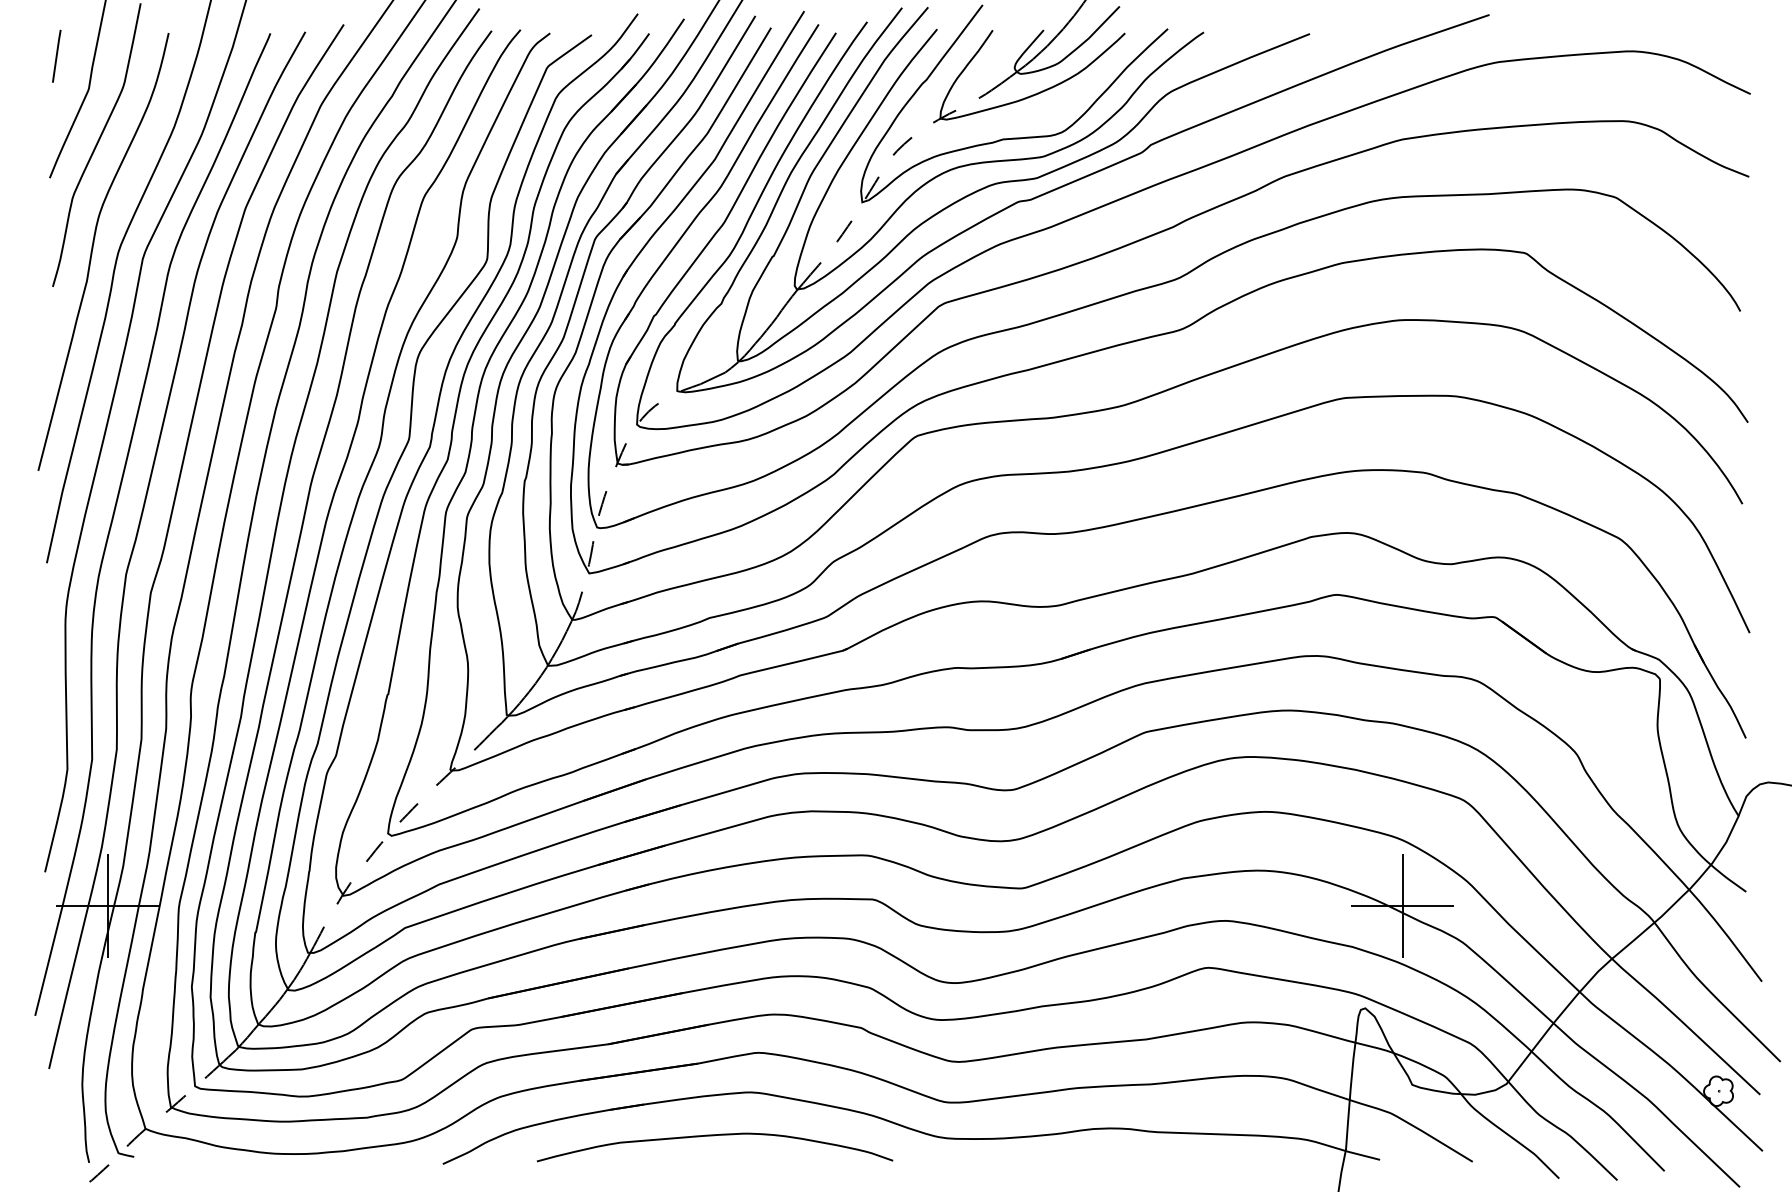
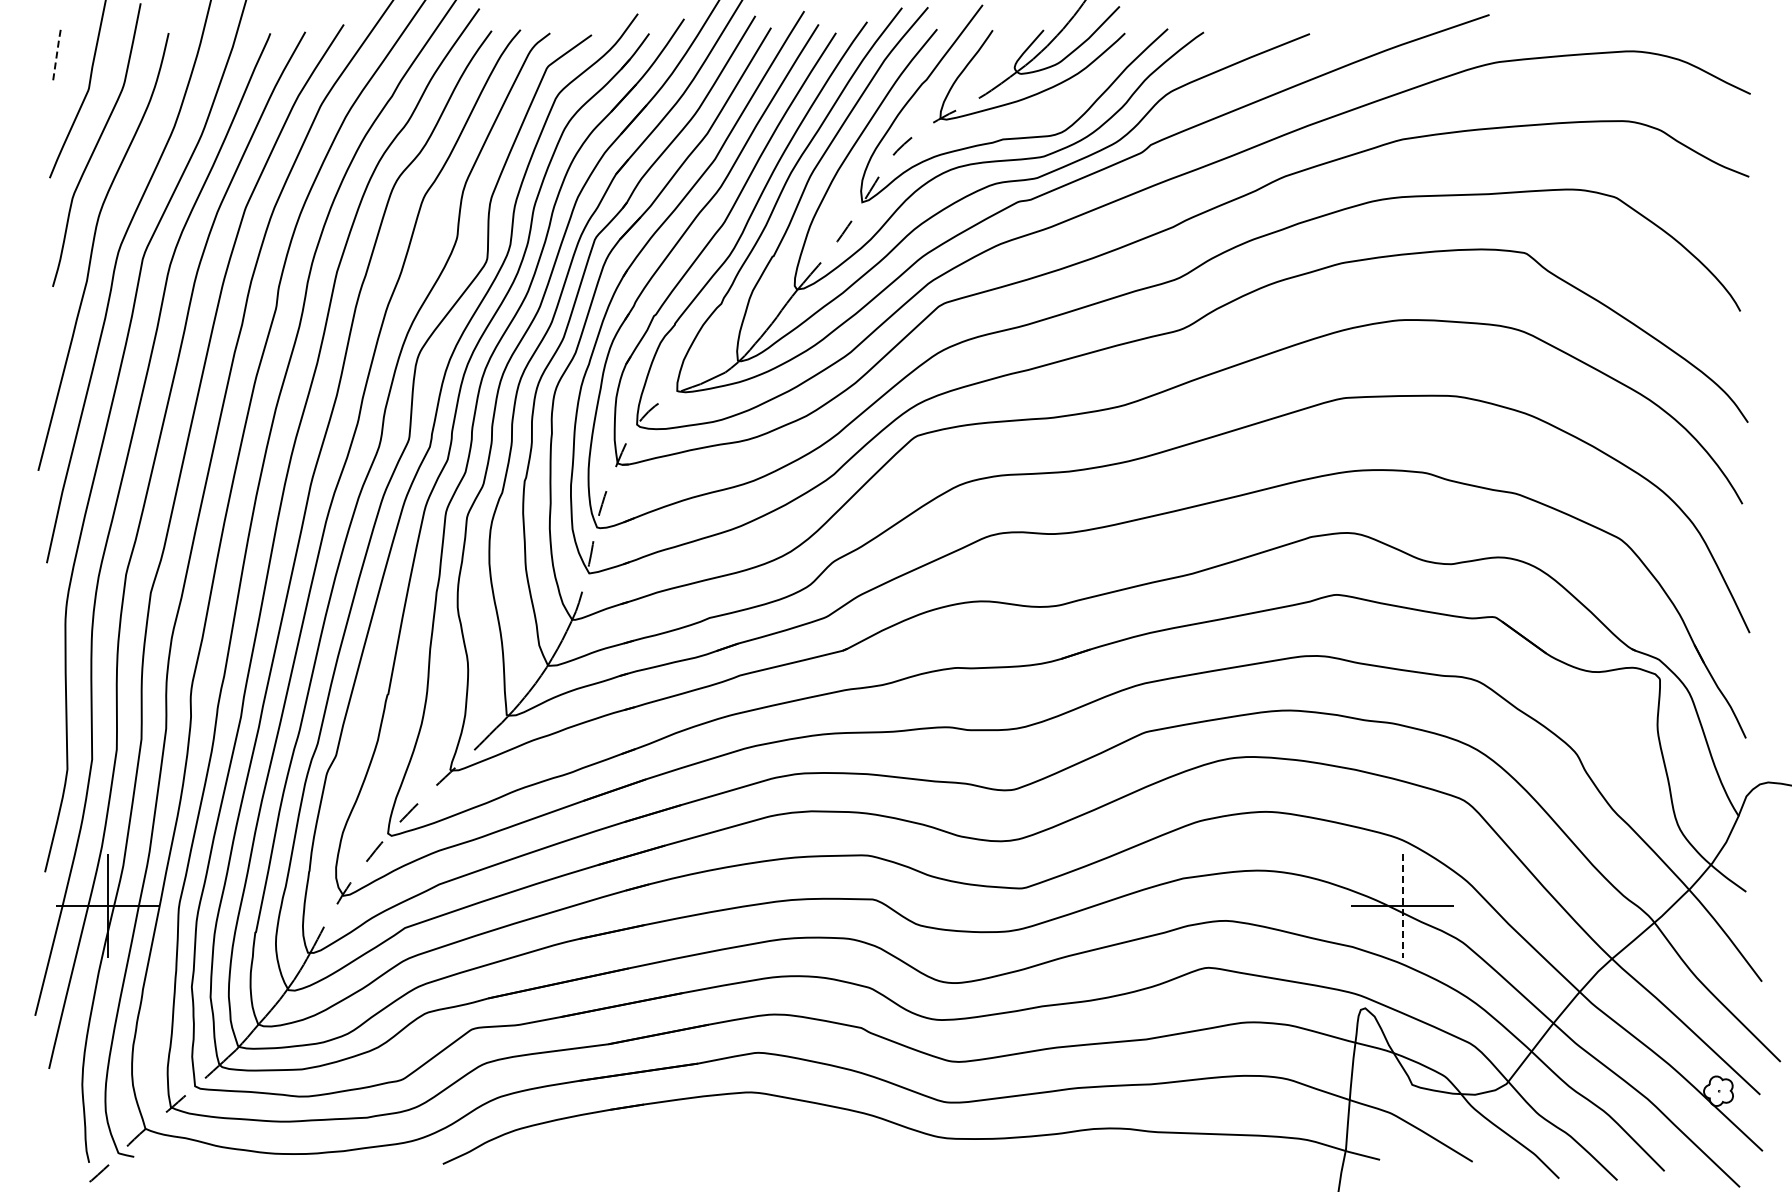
line at (56, 56): solid -> dashed
line at (1402, 905): solid -> dashed
curve at (714, 1136): present -> none
